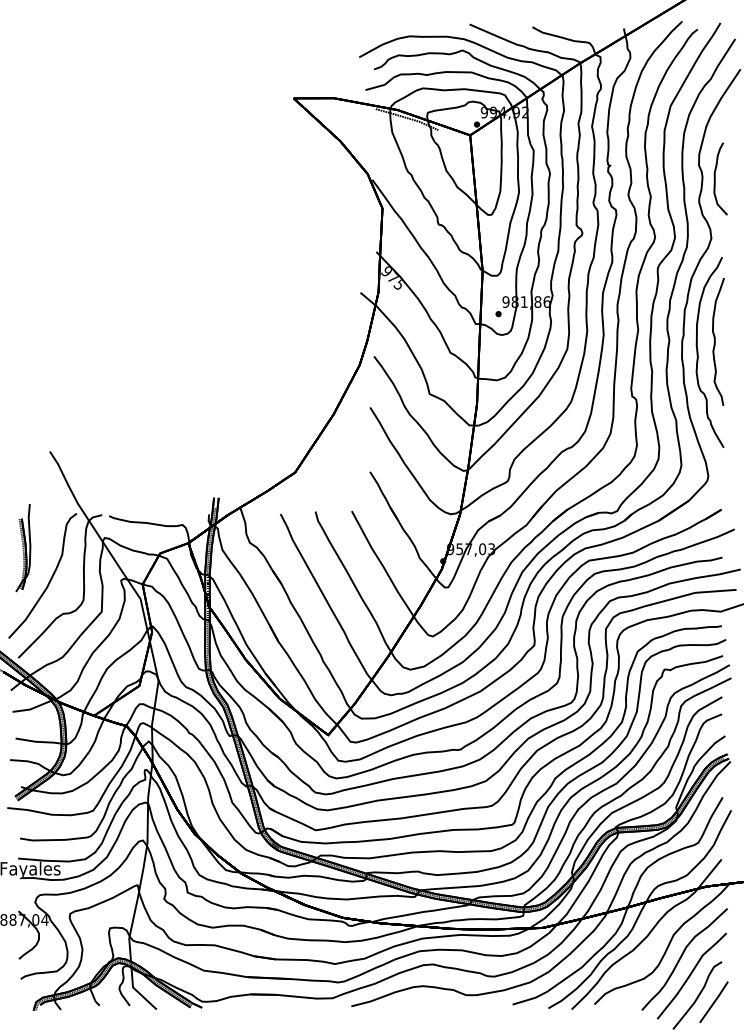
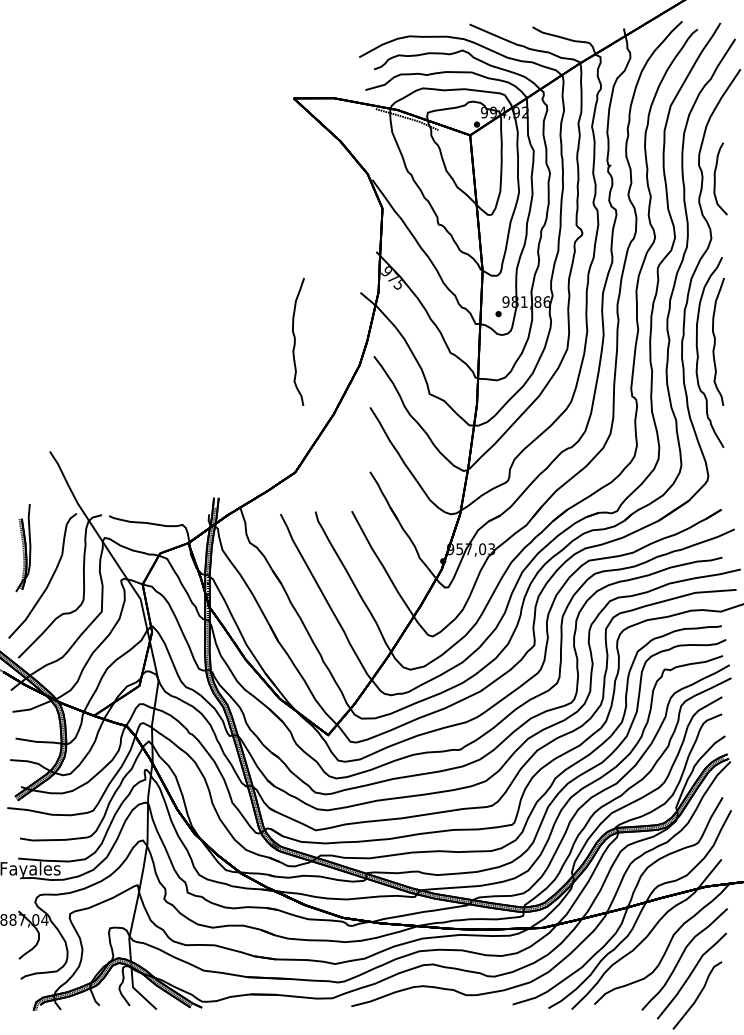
part at (298, 341): none -> present
line at (713, 1002): present -> none
